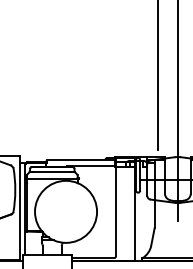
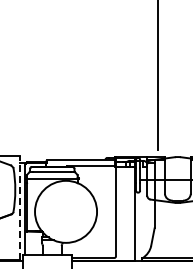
line at (177, 111): present -> none
line at (20, 208): solid -> dashed
